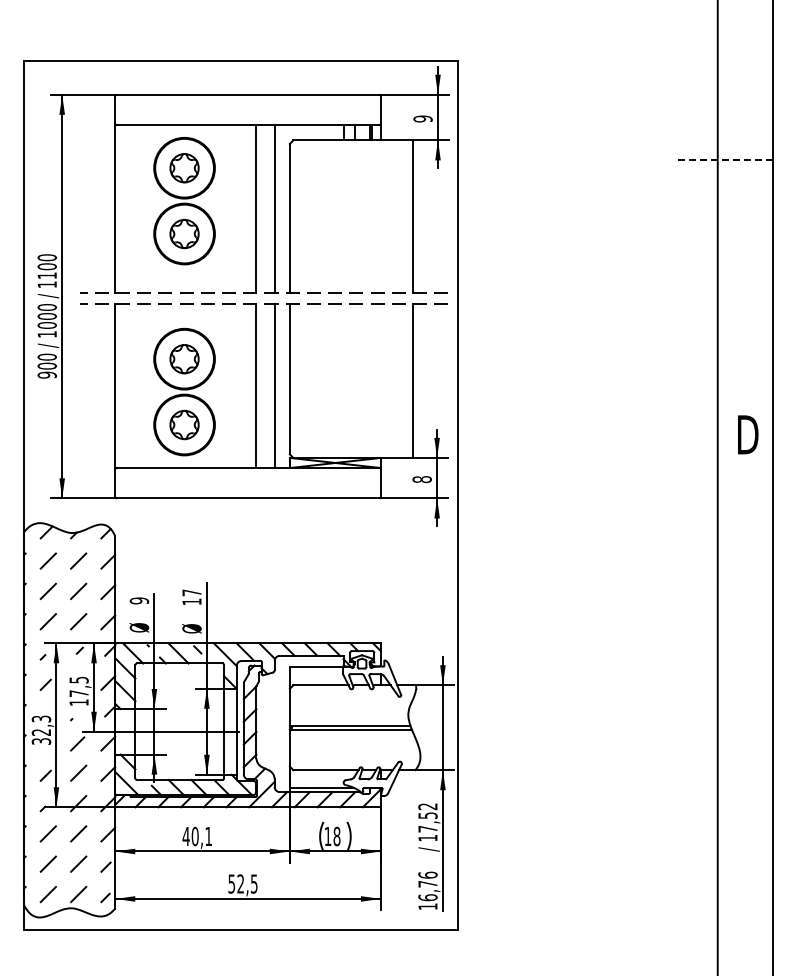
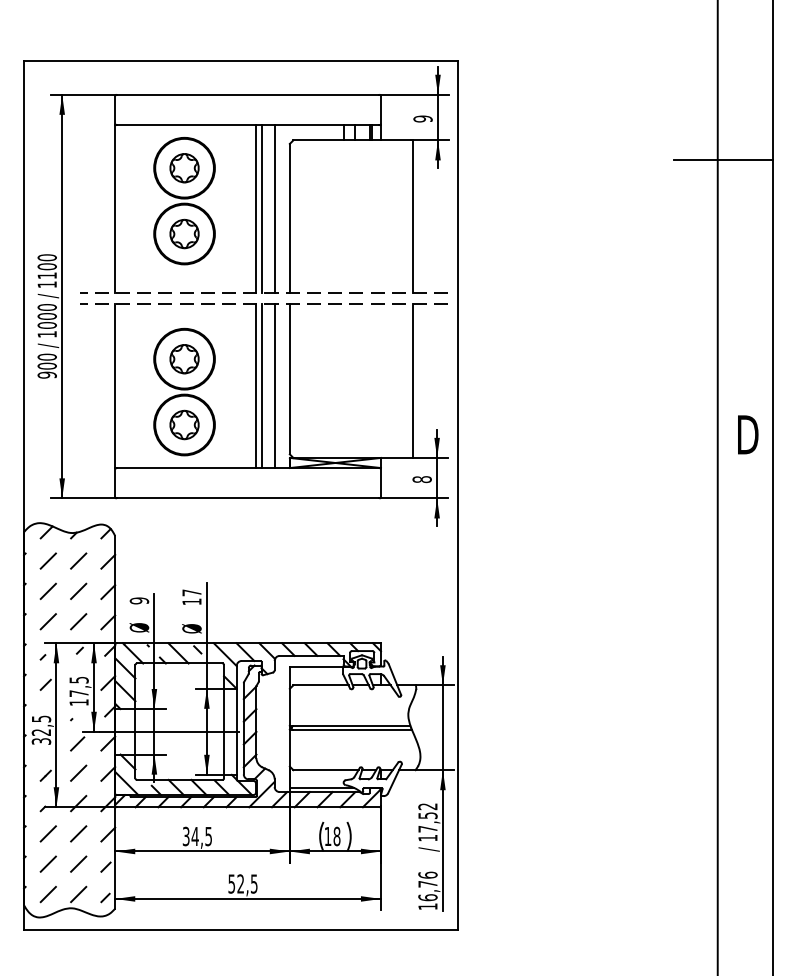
line at (723, 159): dashed -> solid
line at (261, 209): none -> present
line at (261, 386): none -> present
text at (40, 718): 32,3 -> 32,5
text at (196, 836): 40,1 -> 34,5
